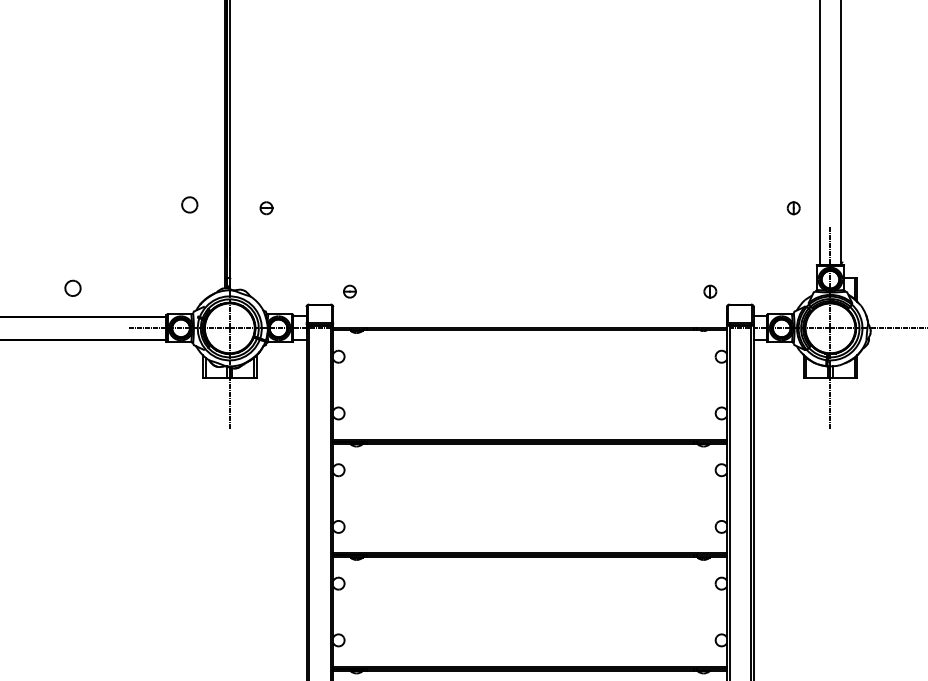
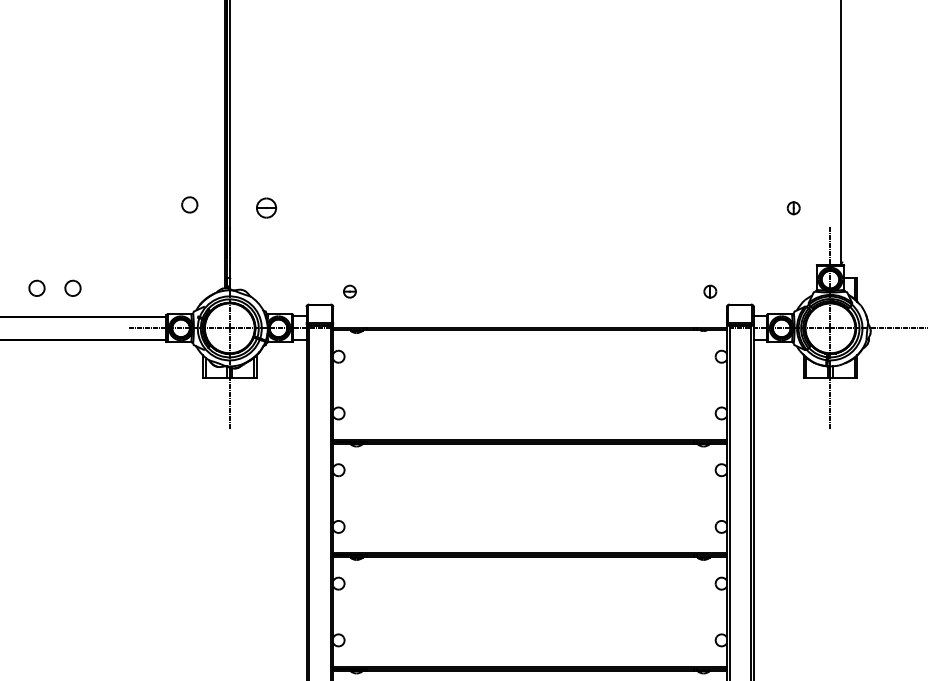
line at (819, 133): present -> none
part at (266, 208) size: 15x15 px -> 21x22 px
part at (36, 287): none -> present
